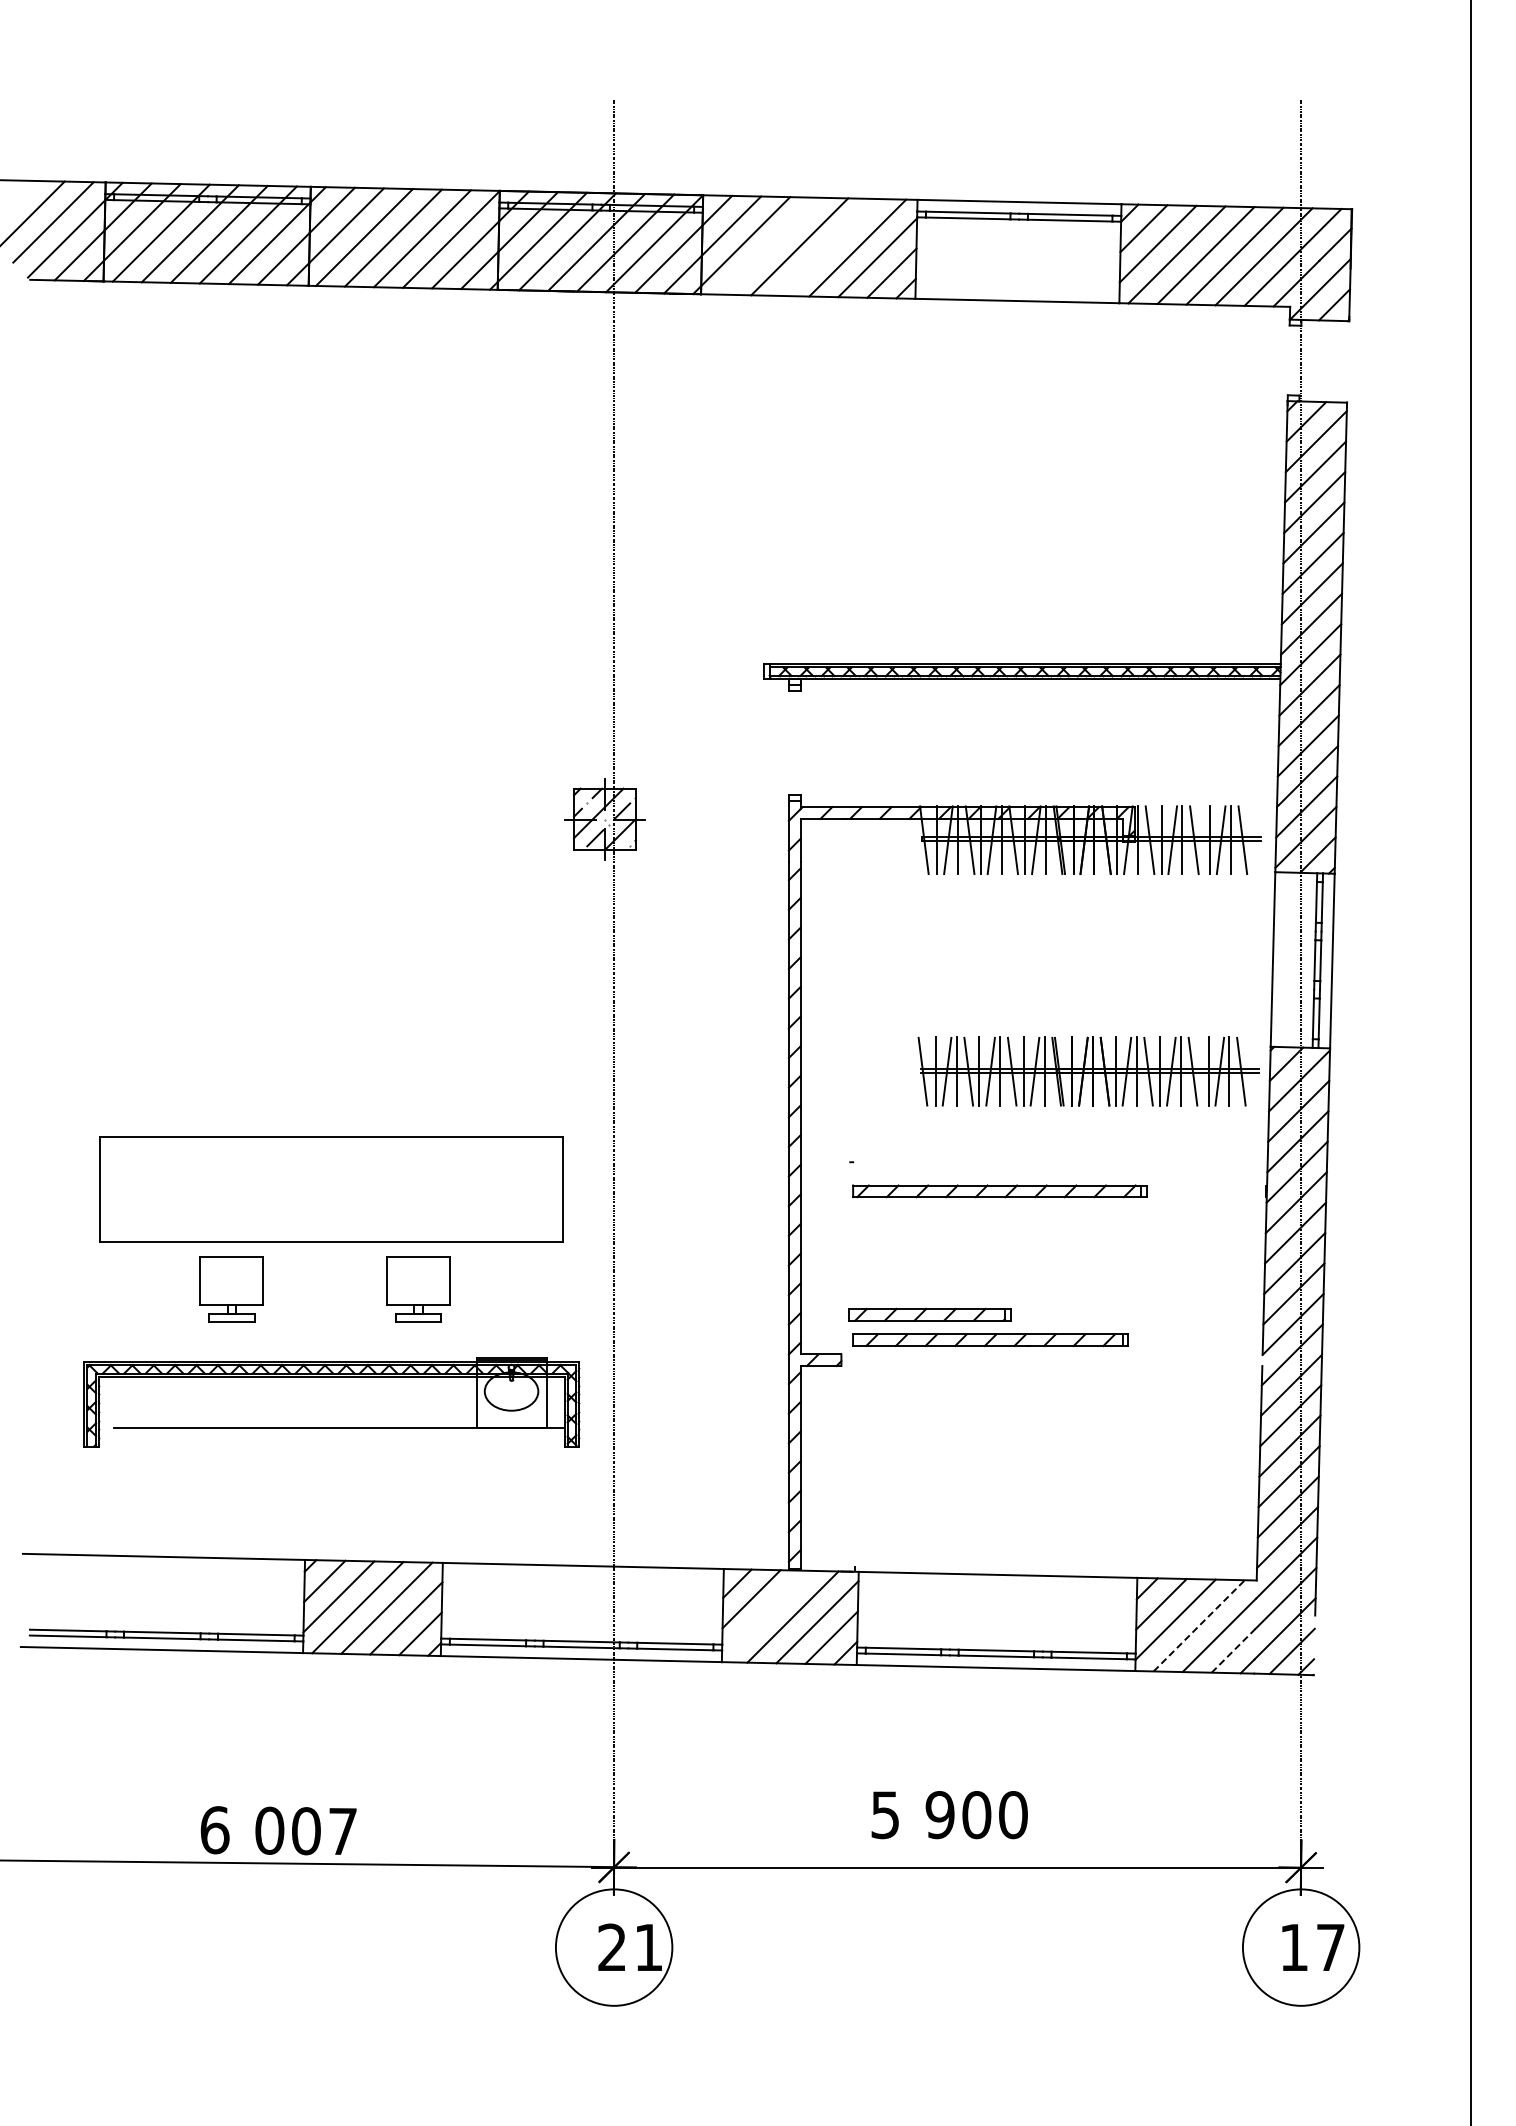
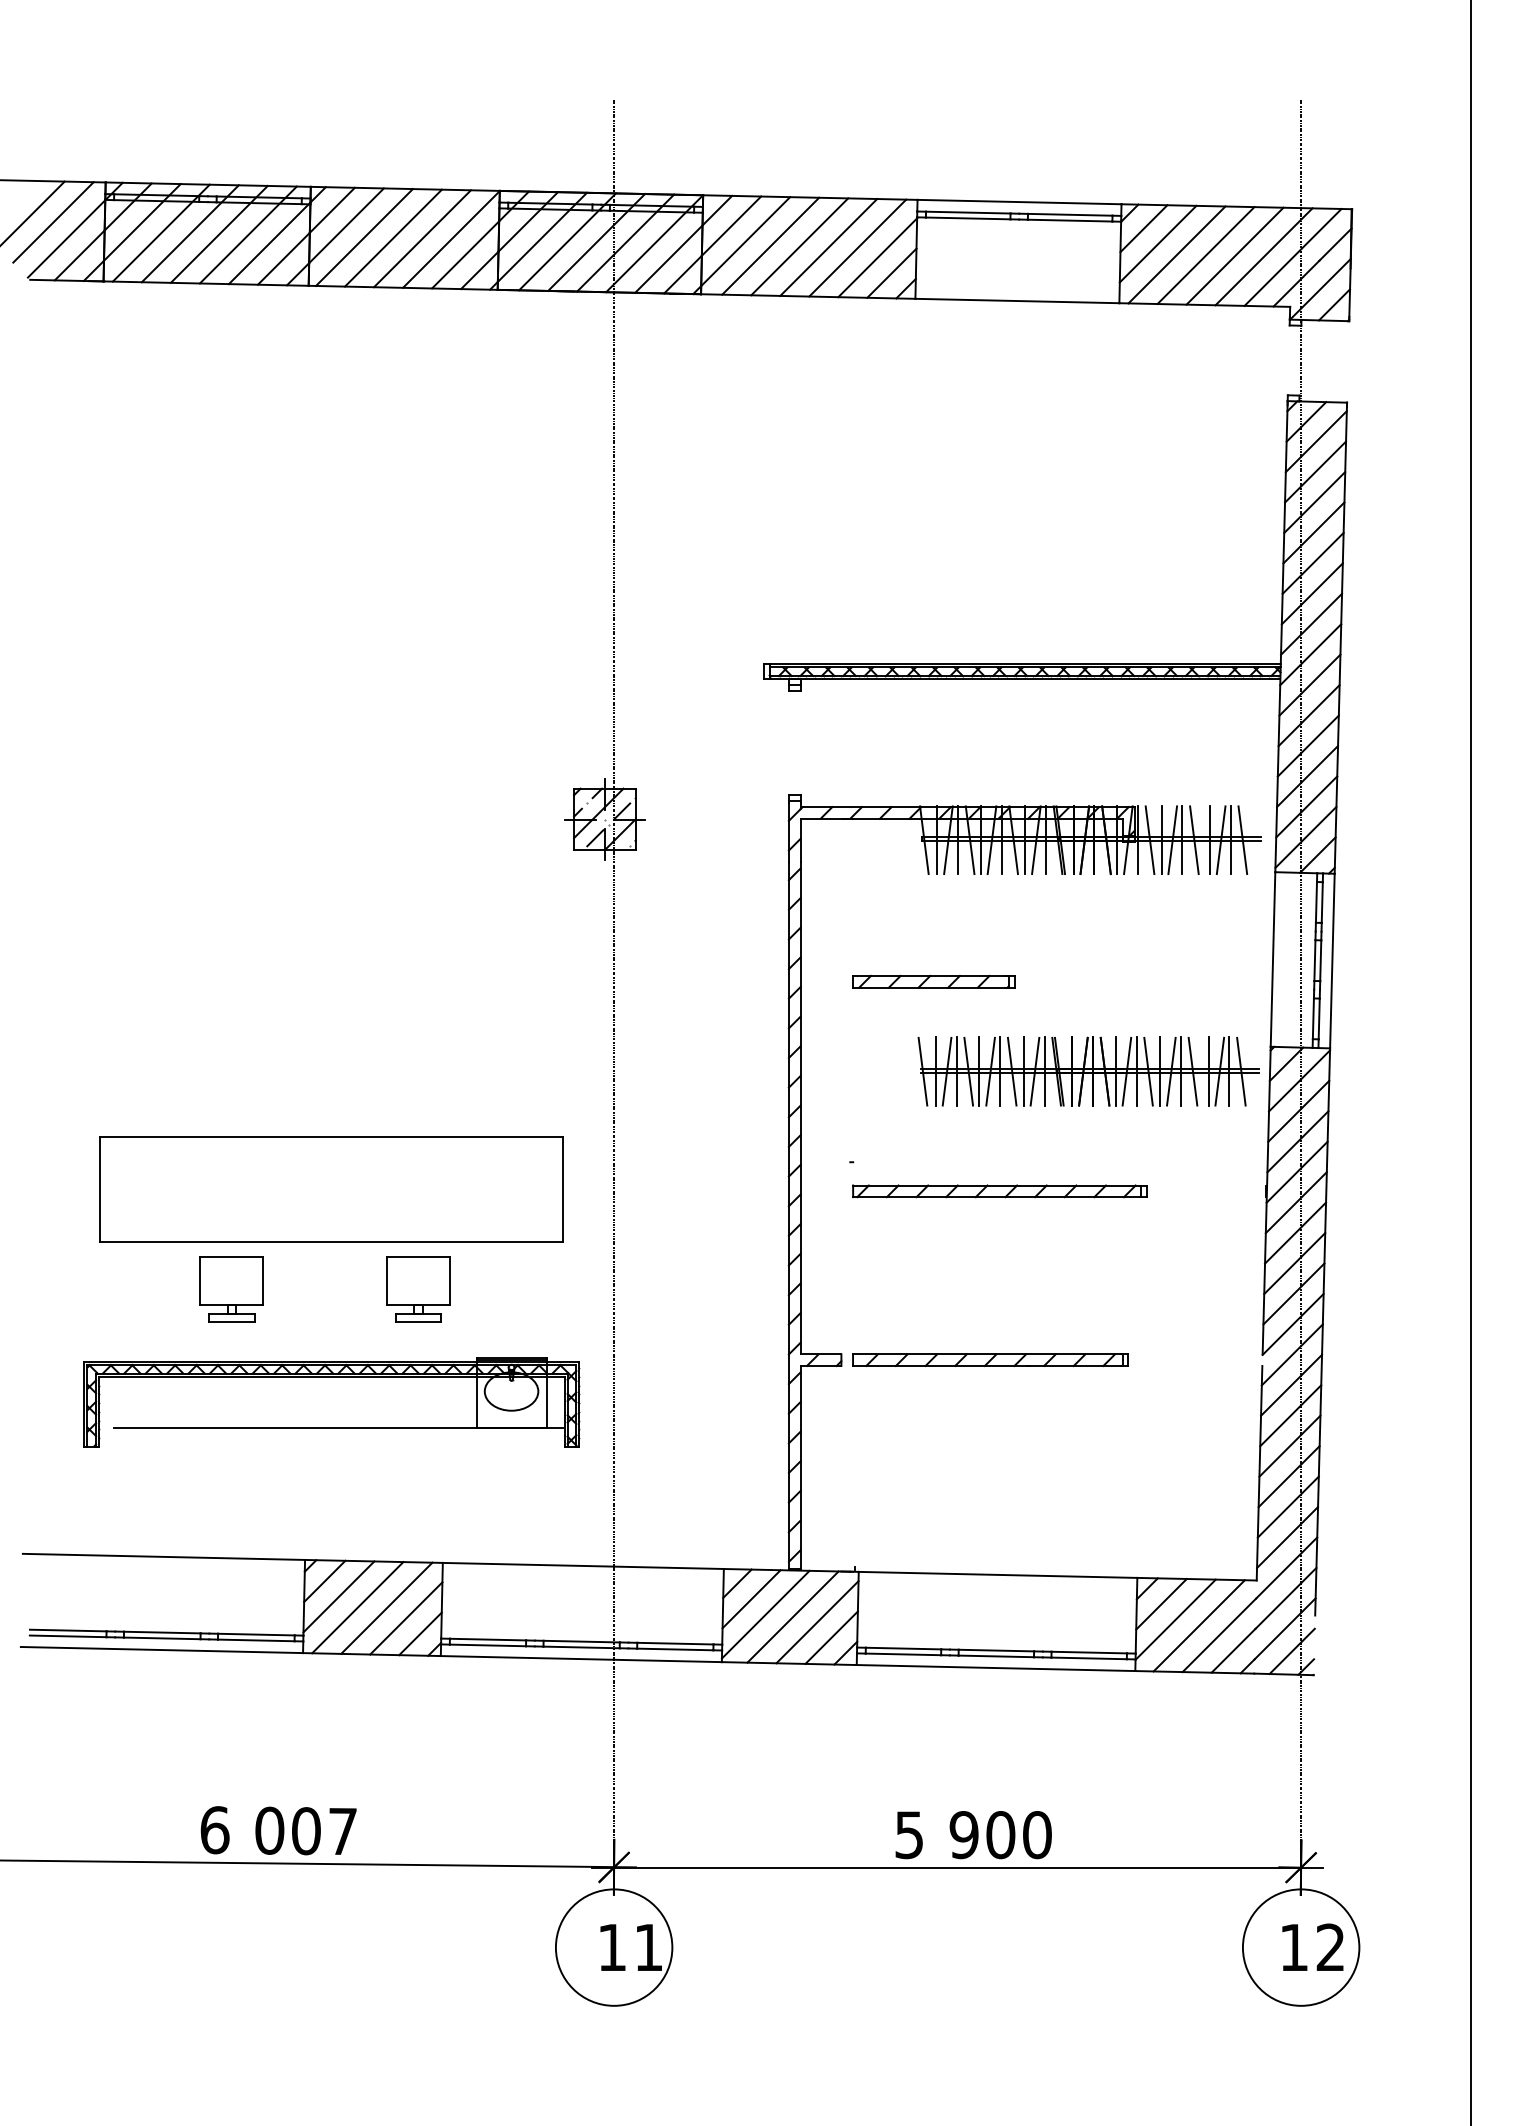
line at (770, 245): none -> present
line at (828, 247): none -> present
part at (929, 1314) position: (929, 1314) -> (933, 981)
part at (990, 1340) position: (990, 1340) -> (990, 1360)
line at (765, 1614): none -> present
line at (1199, 1625): dashed -> solid
line at (1233, 1650): dashed -> solid
text at (949, 1815) position: (949, 1815) -> (973, 1835)
text at (611, 1946): 21 -> 11
text at (1330, 1946): 17 -> 12
